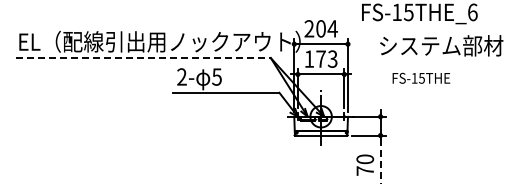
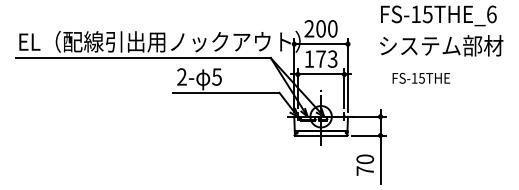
text at (419, 13) position: (419, 13) -> (438, 15)
text at (332, 28): 204 -> 200
line at (143, 58): dashed -> solid
line at (380, 161): dashed -> solid
